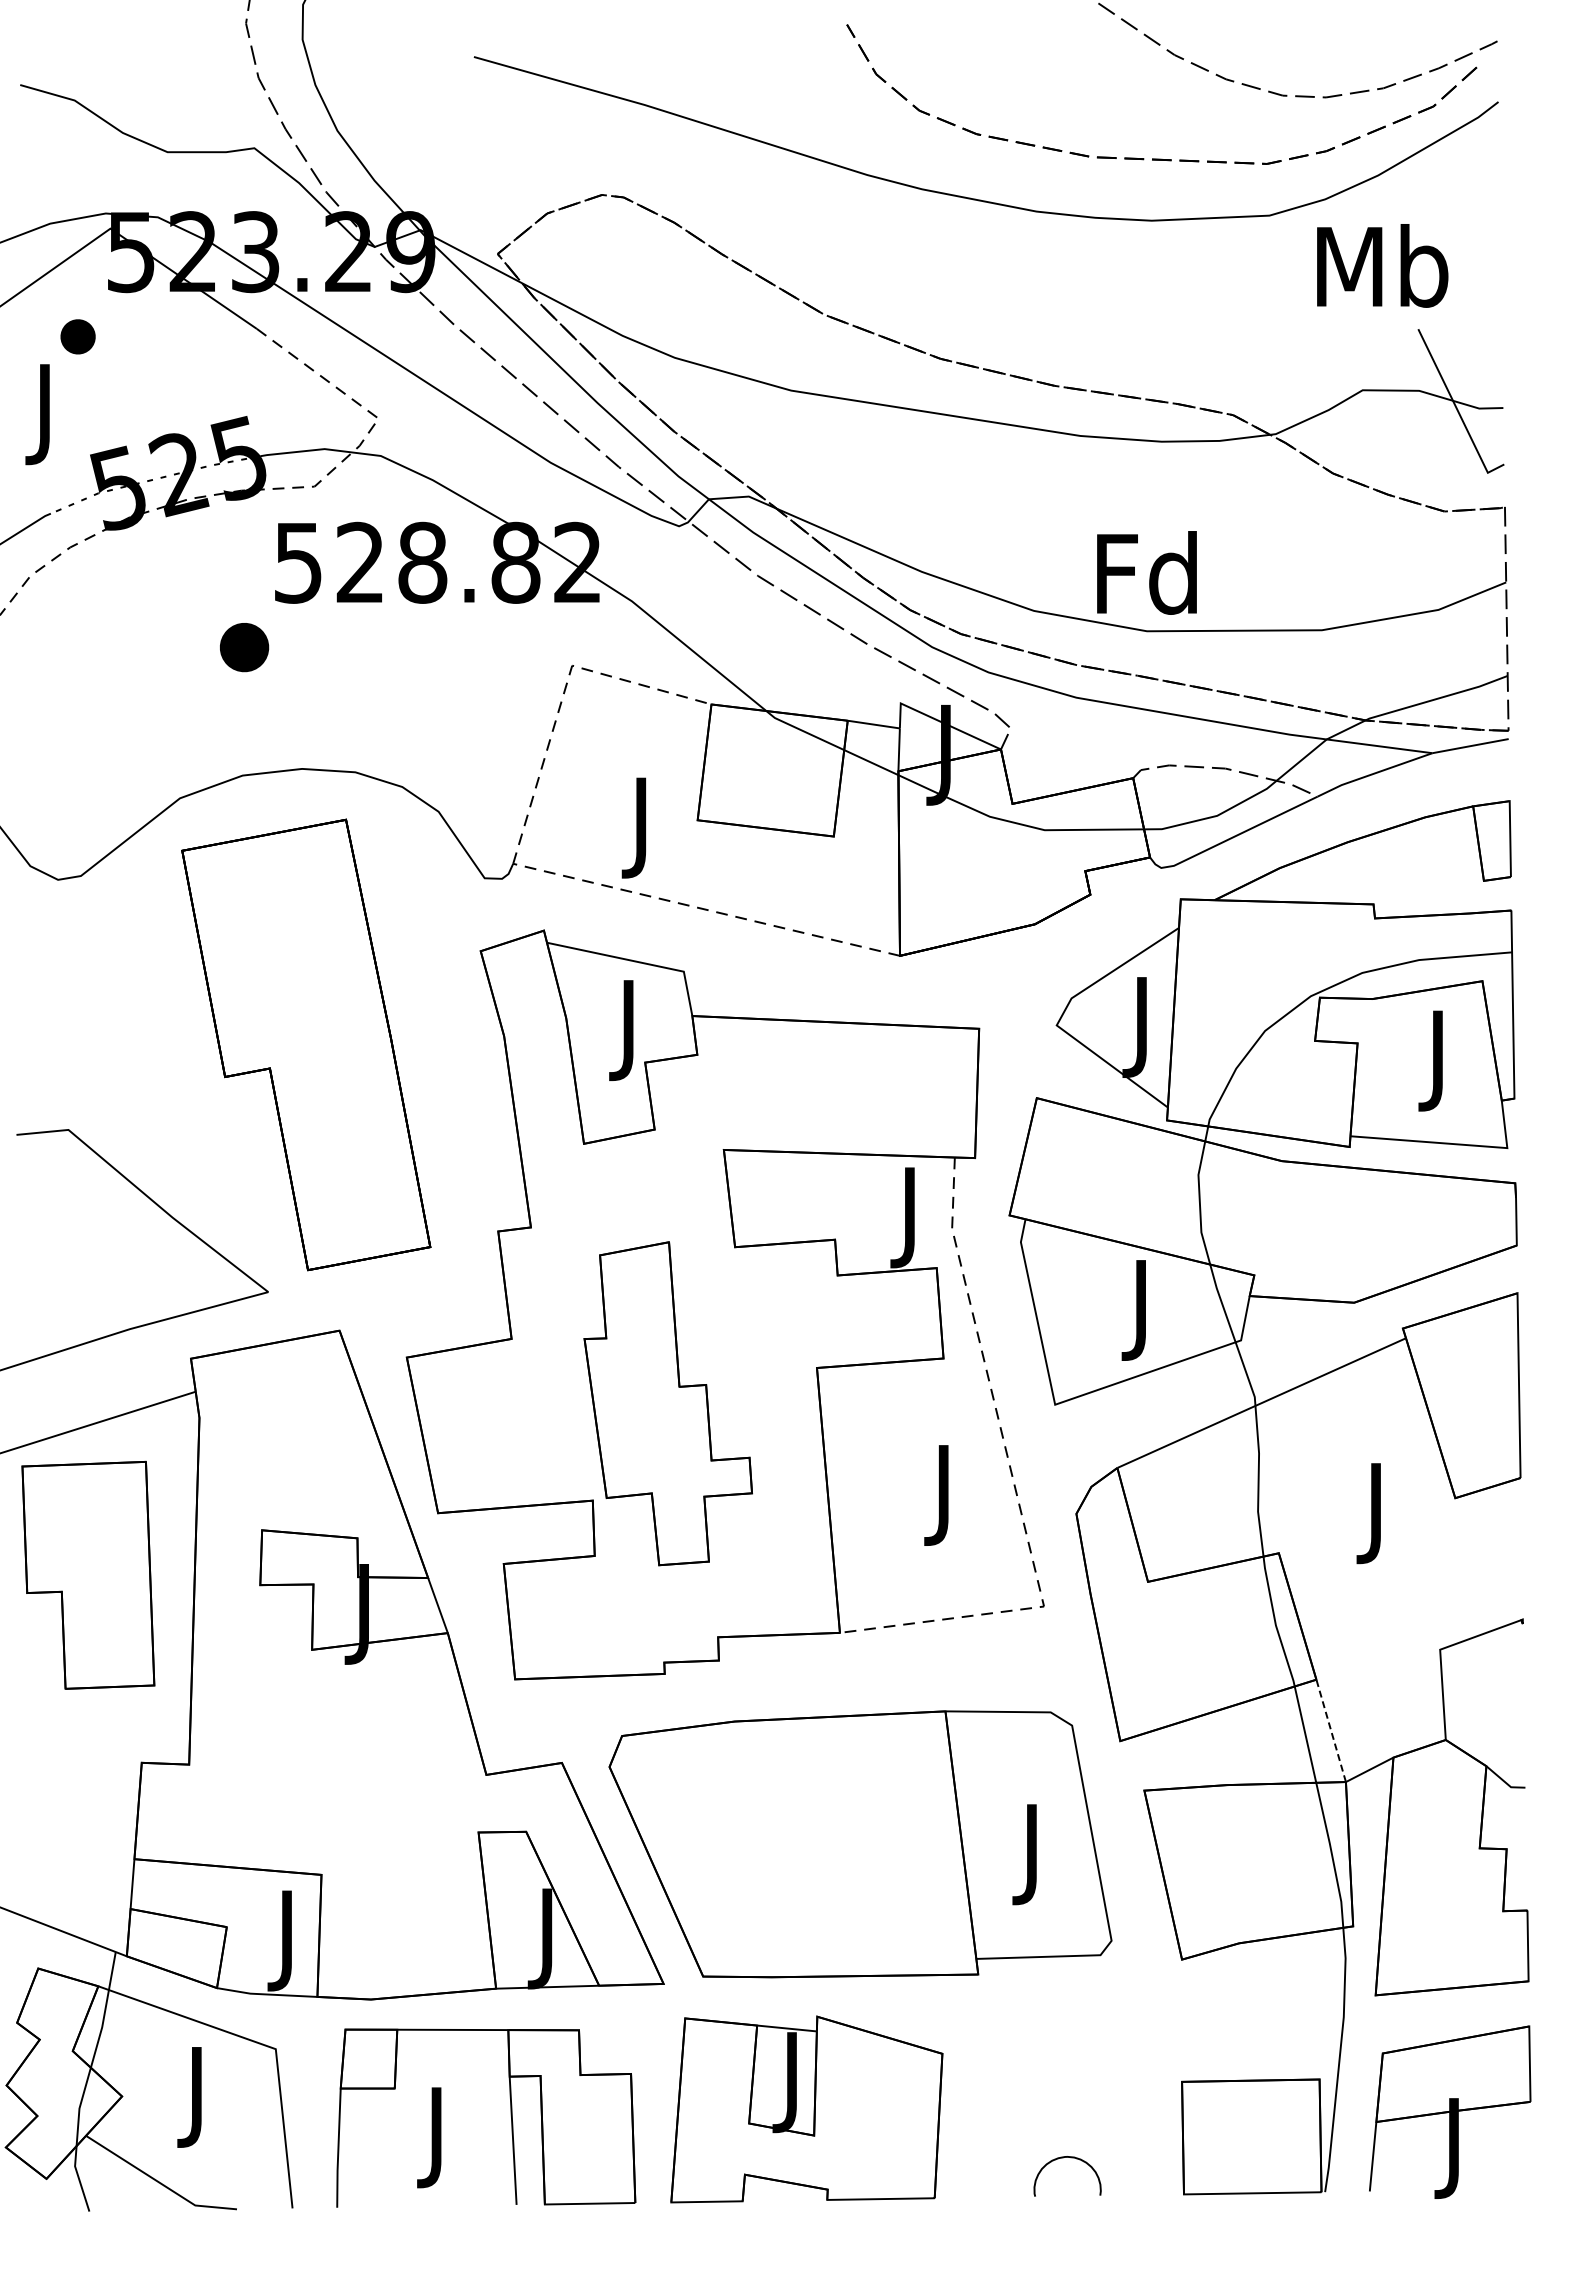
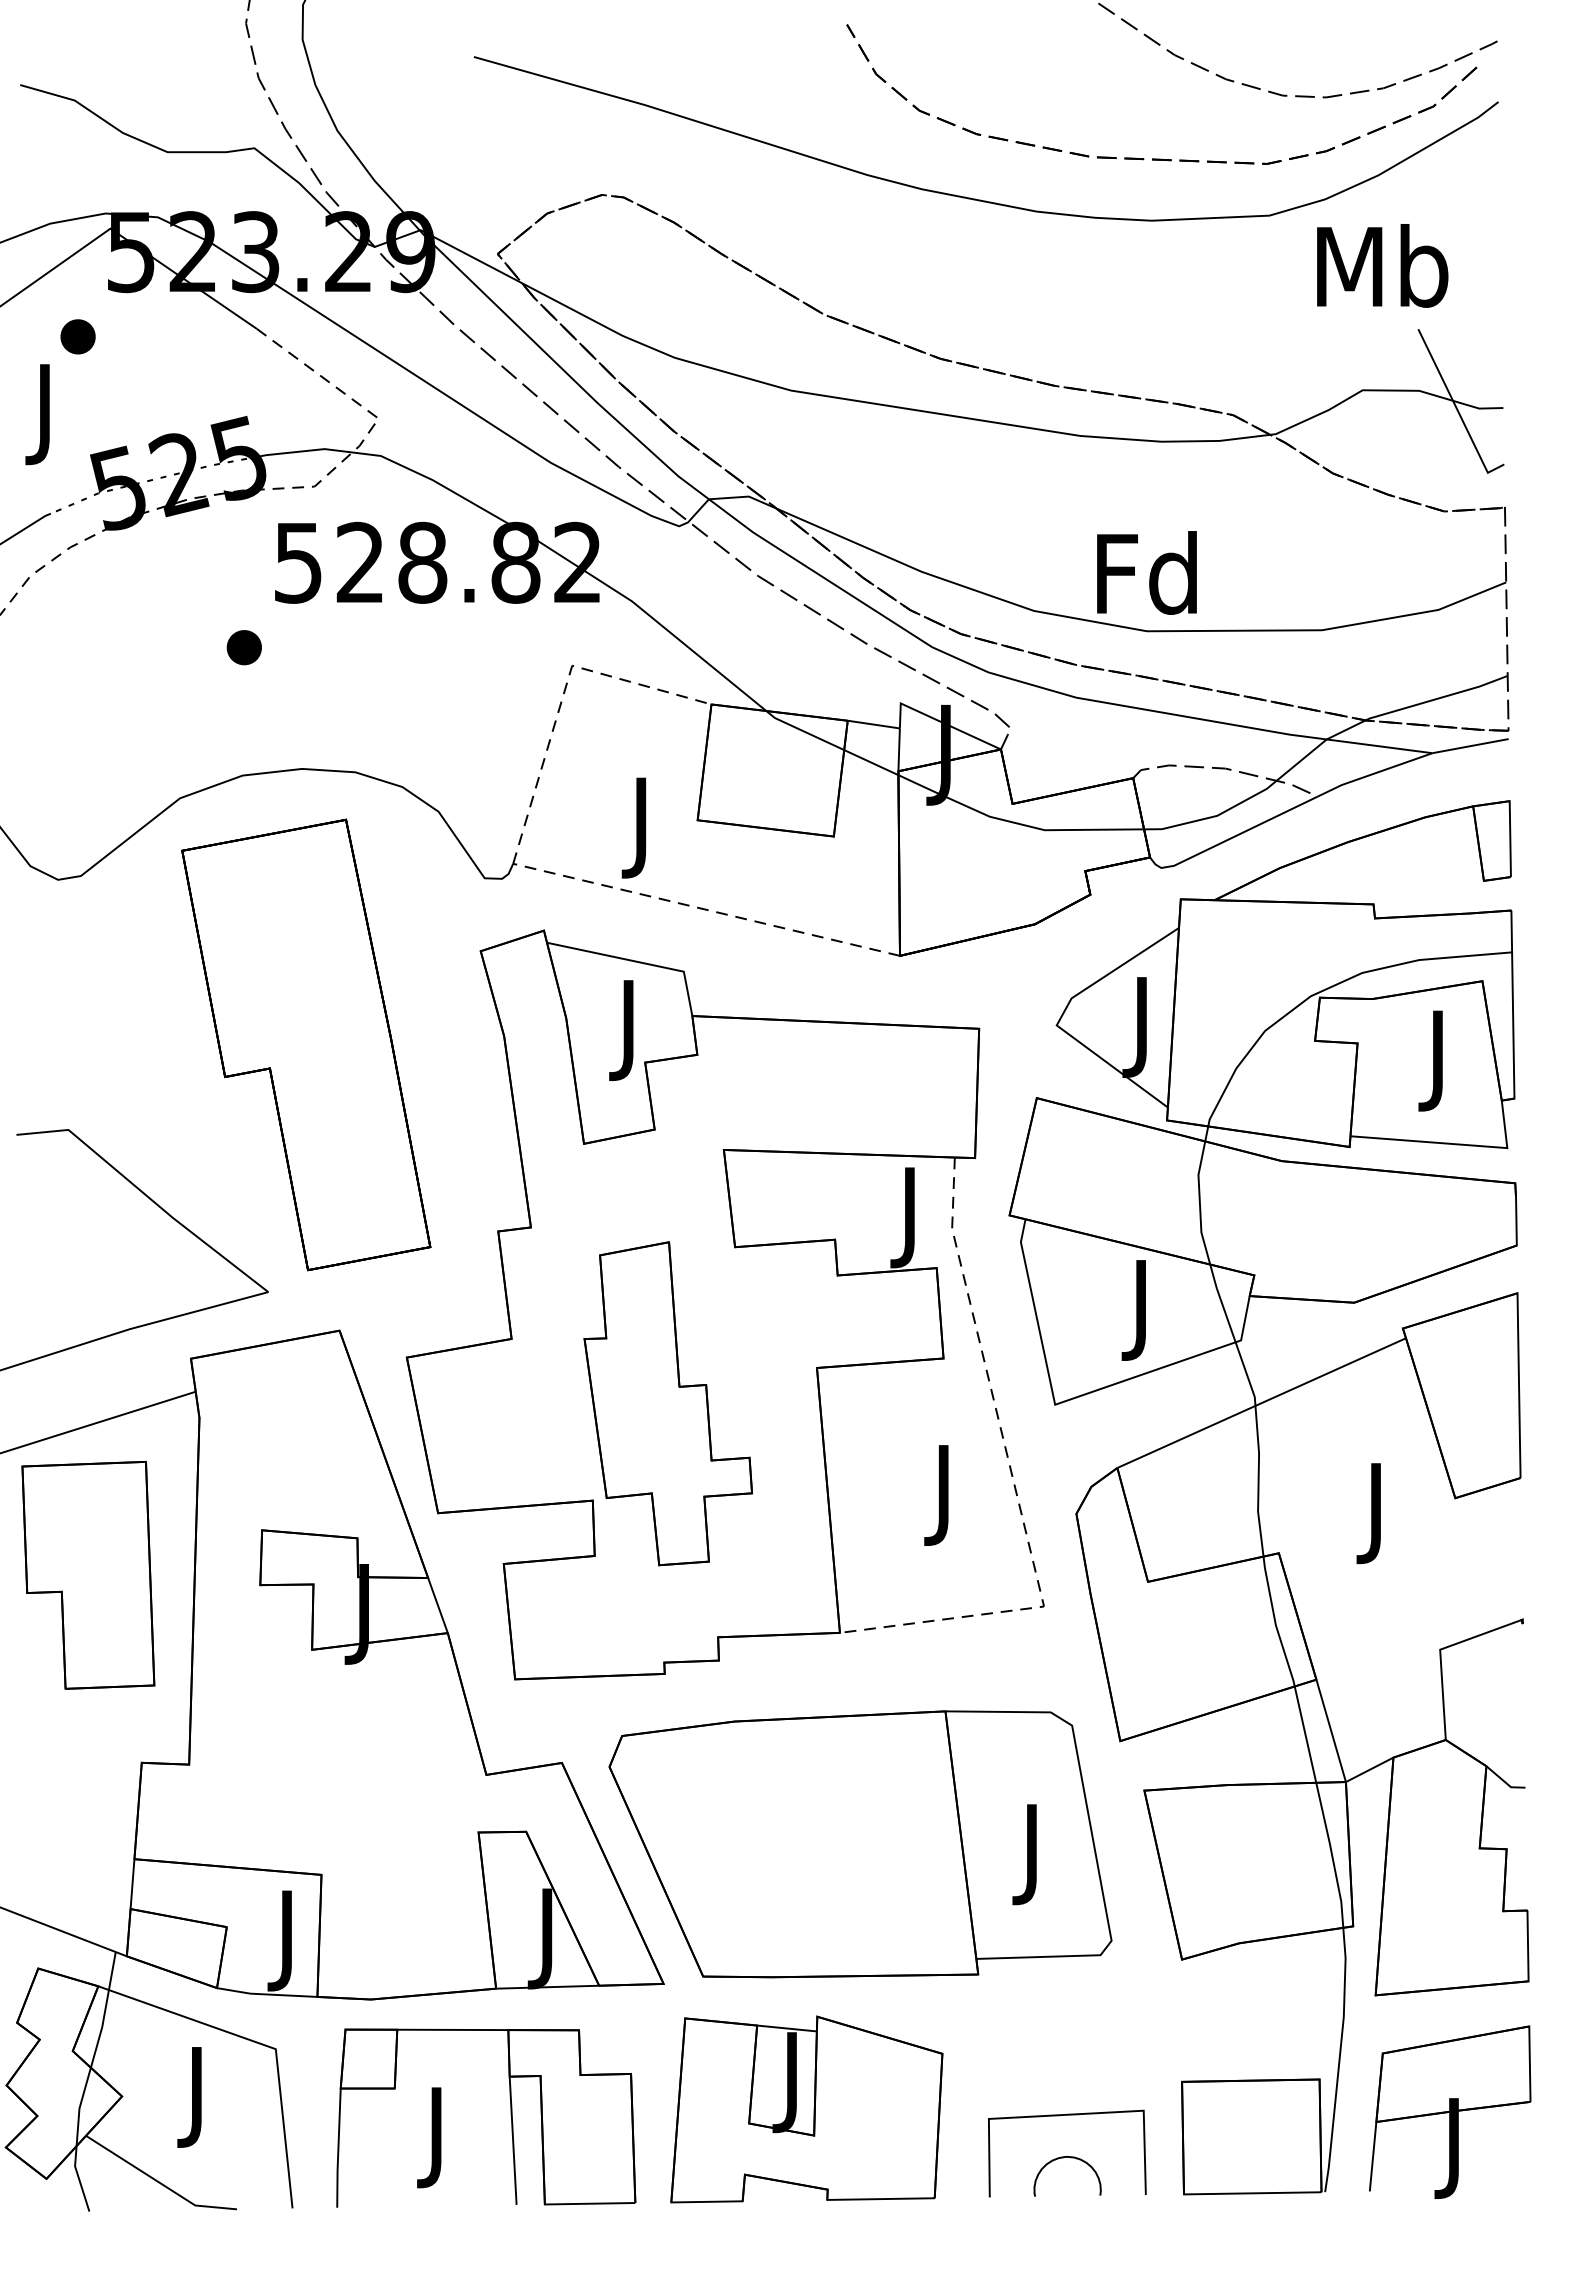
part at (244, 647) size: 50x50 px -> 36x36 px
line at (1331, 1730): dashed -> solid
line at (1059, 2116): none -> present
